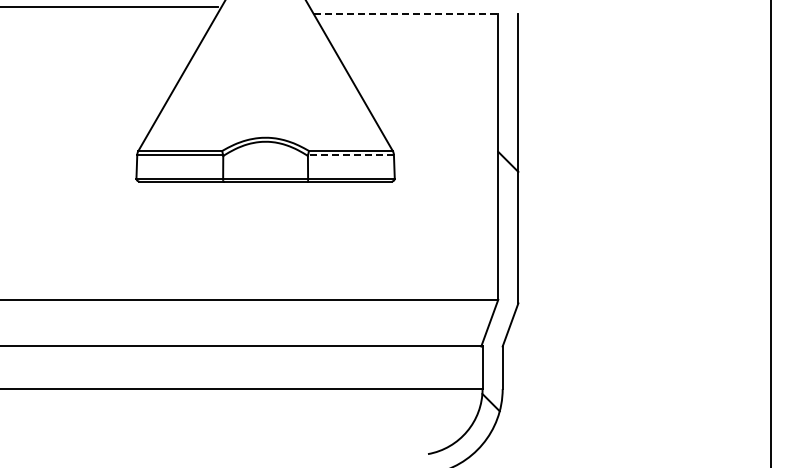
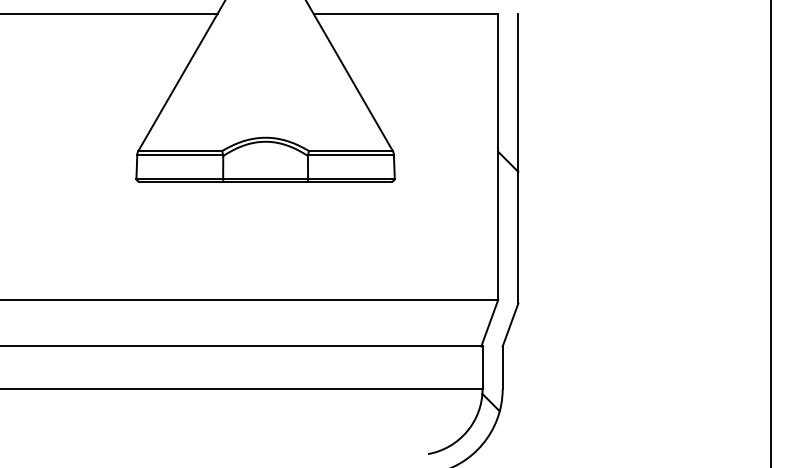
line at (109, 6) position: (109, 6) -> (109, 13)
line at (406, 13): dashed -> solid
line at (351, 155): dashed -> solid
